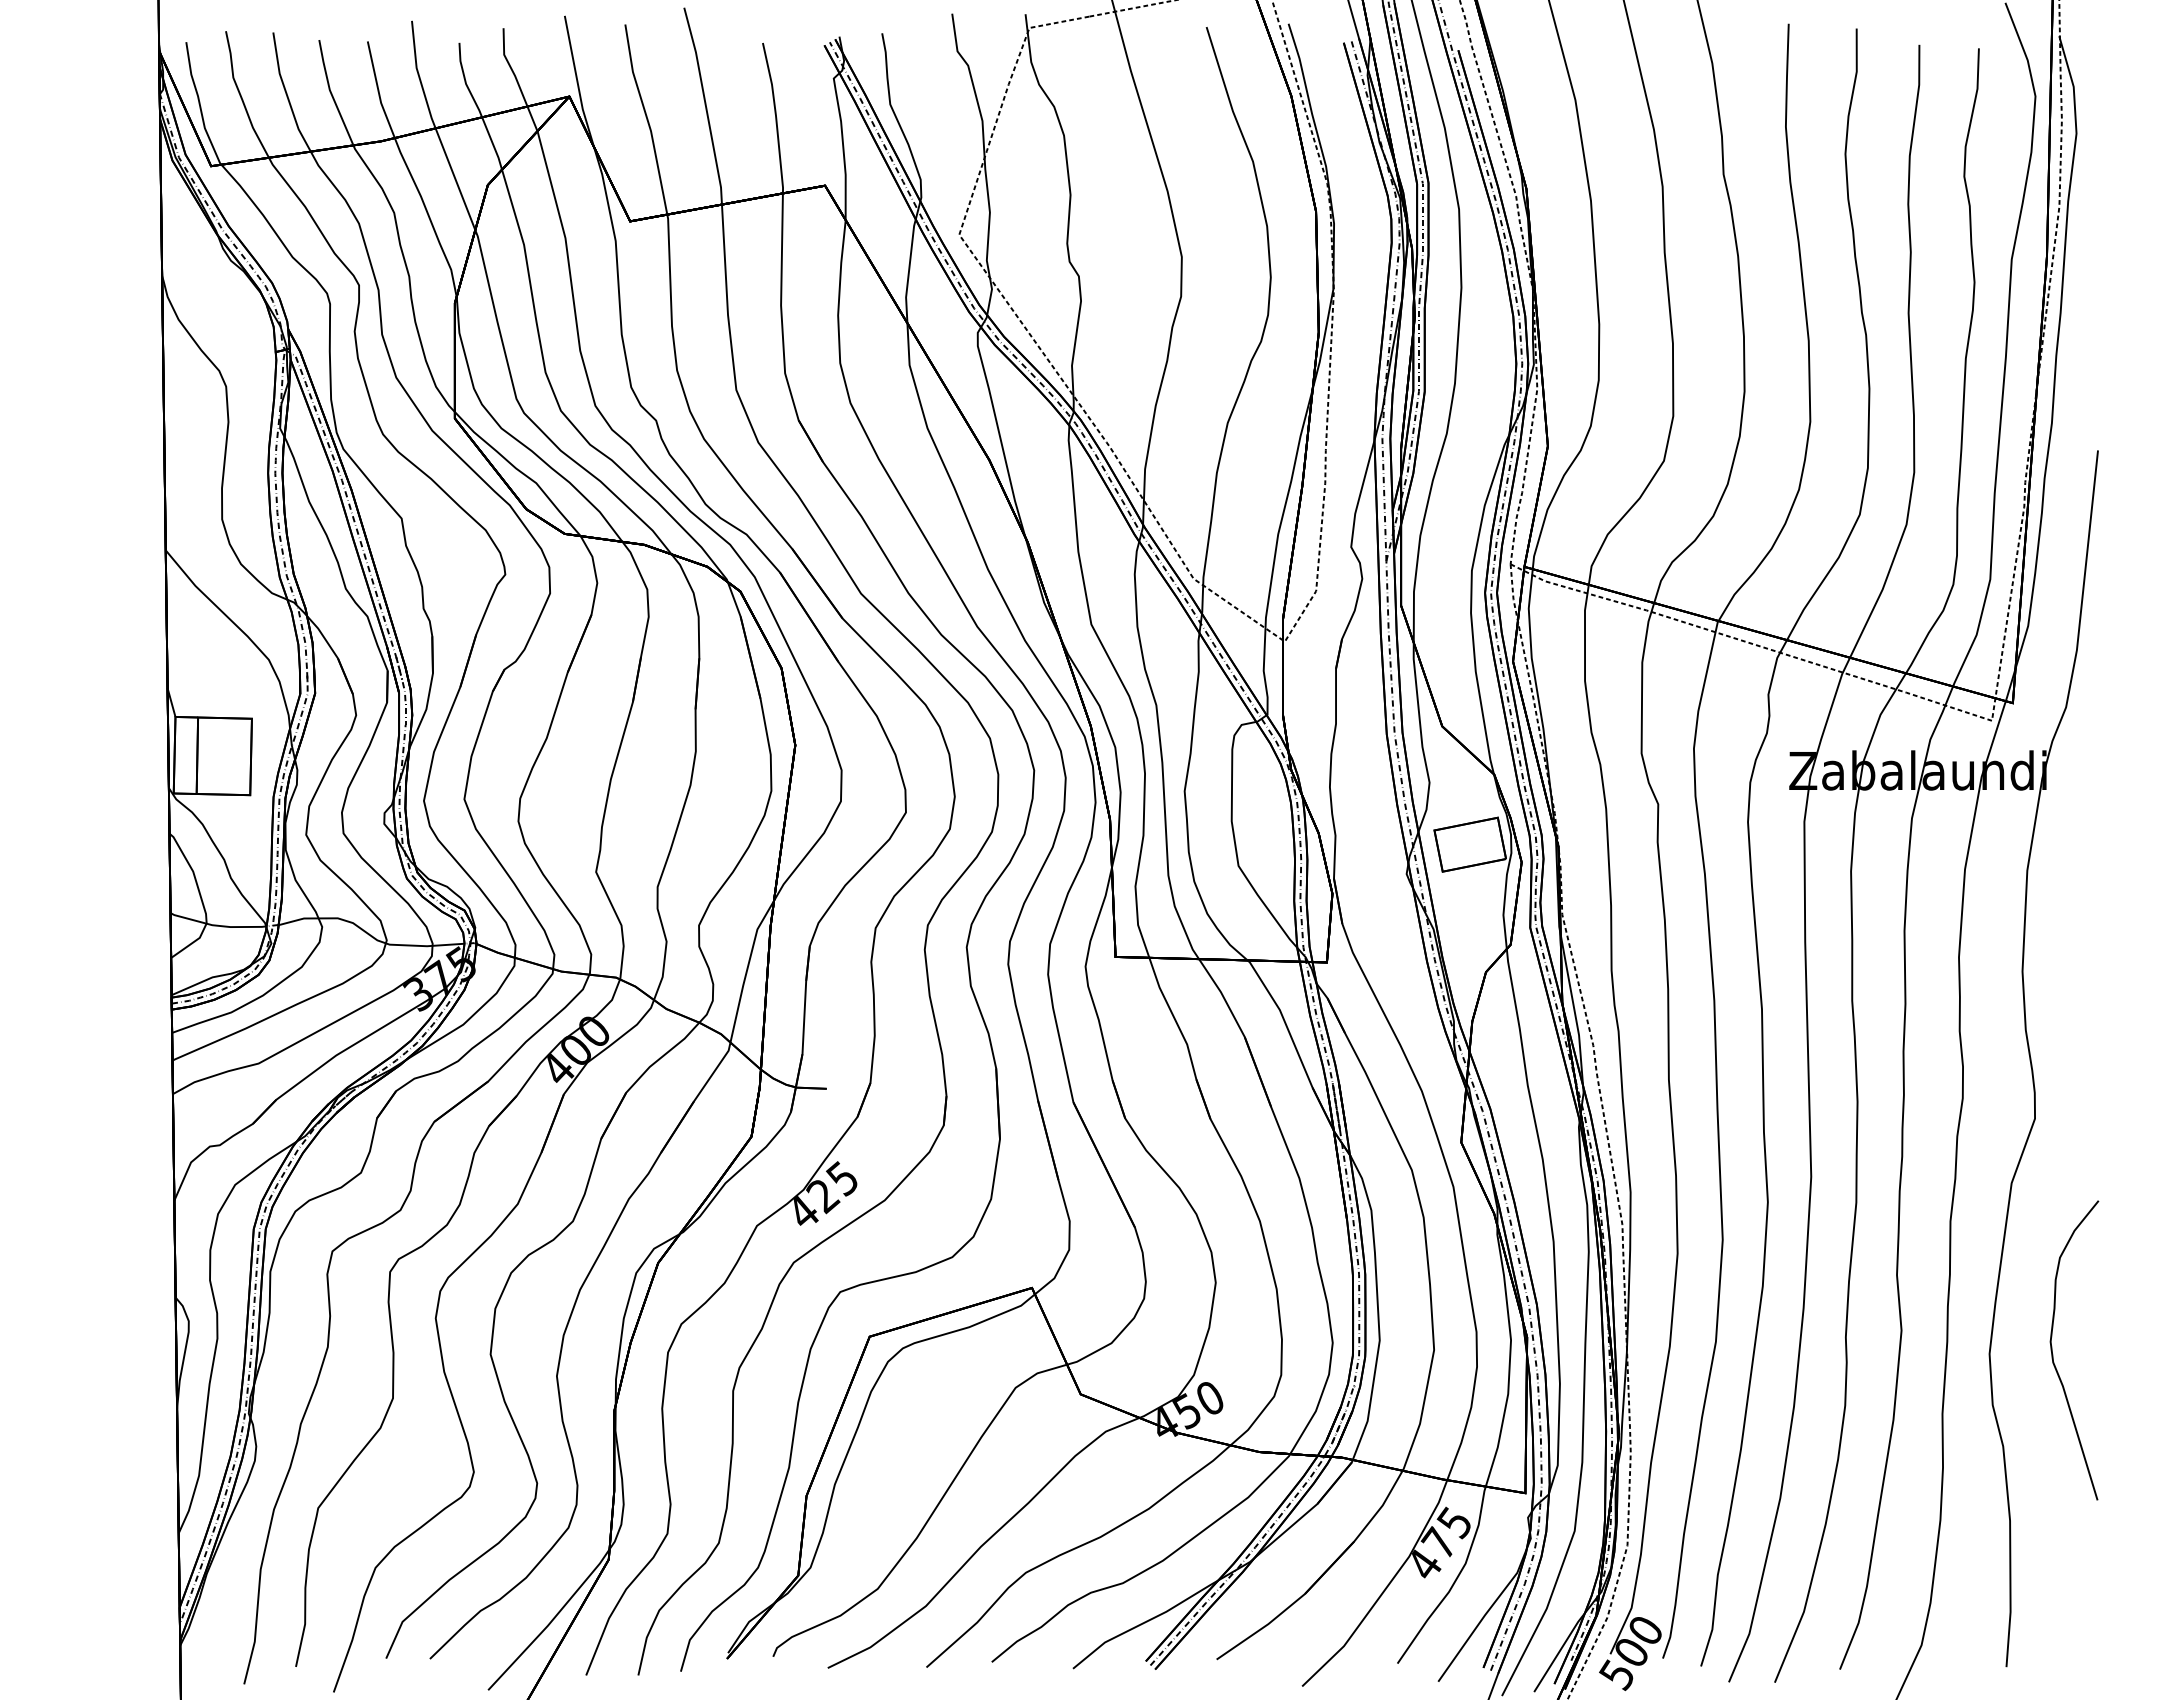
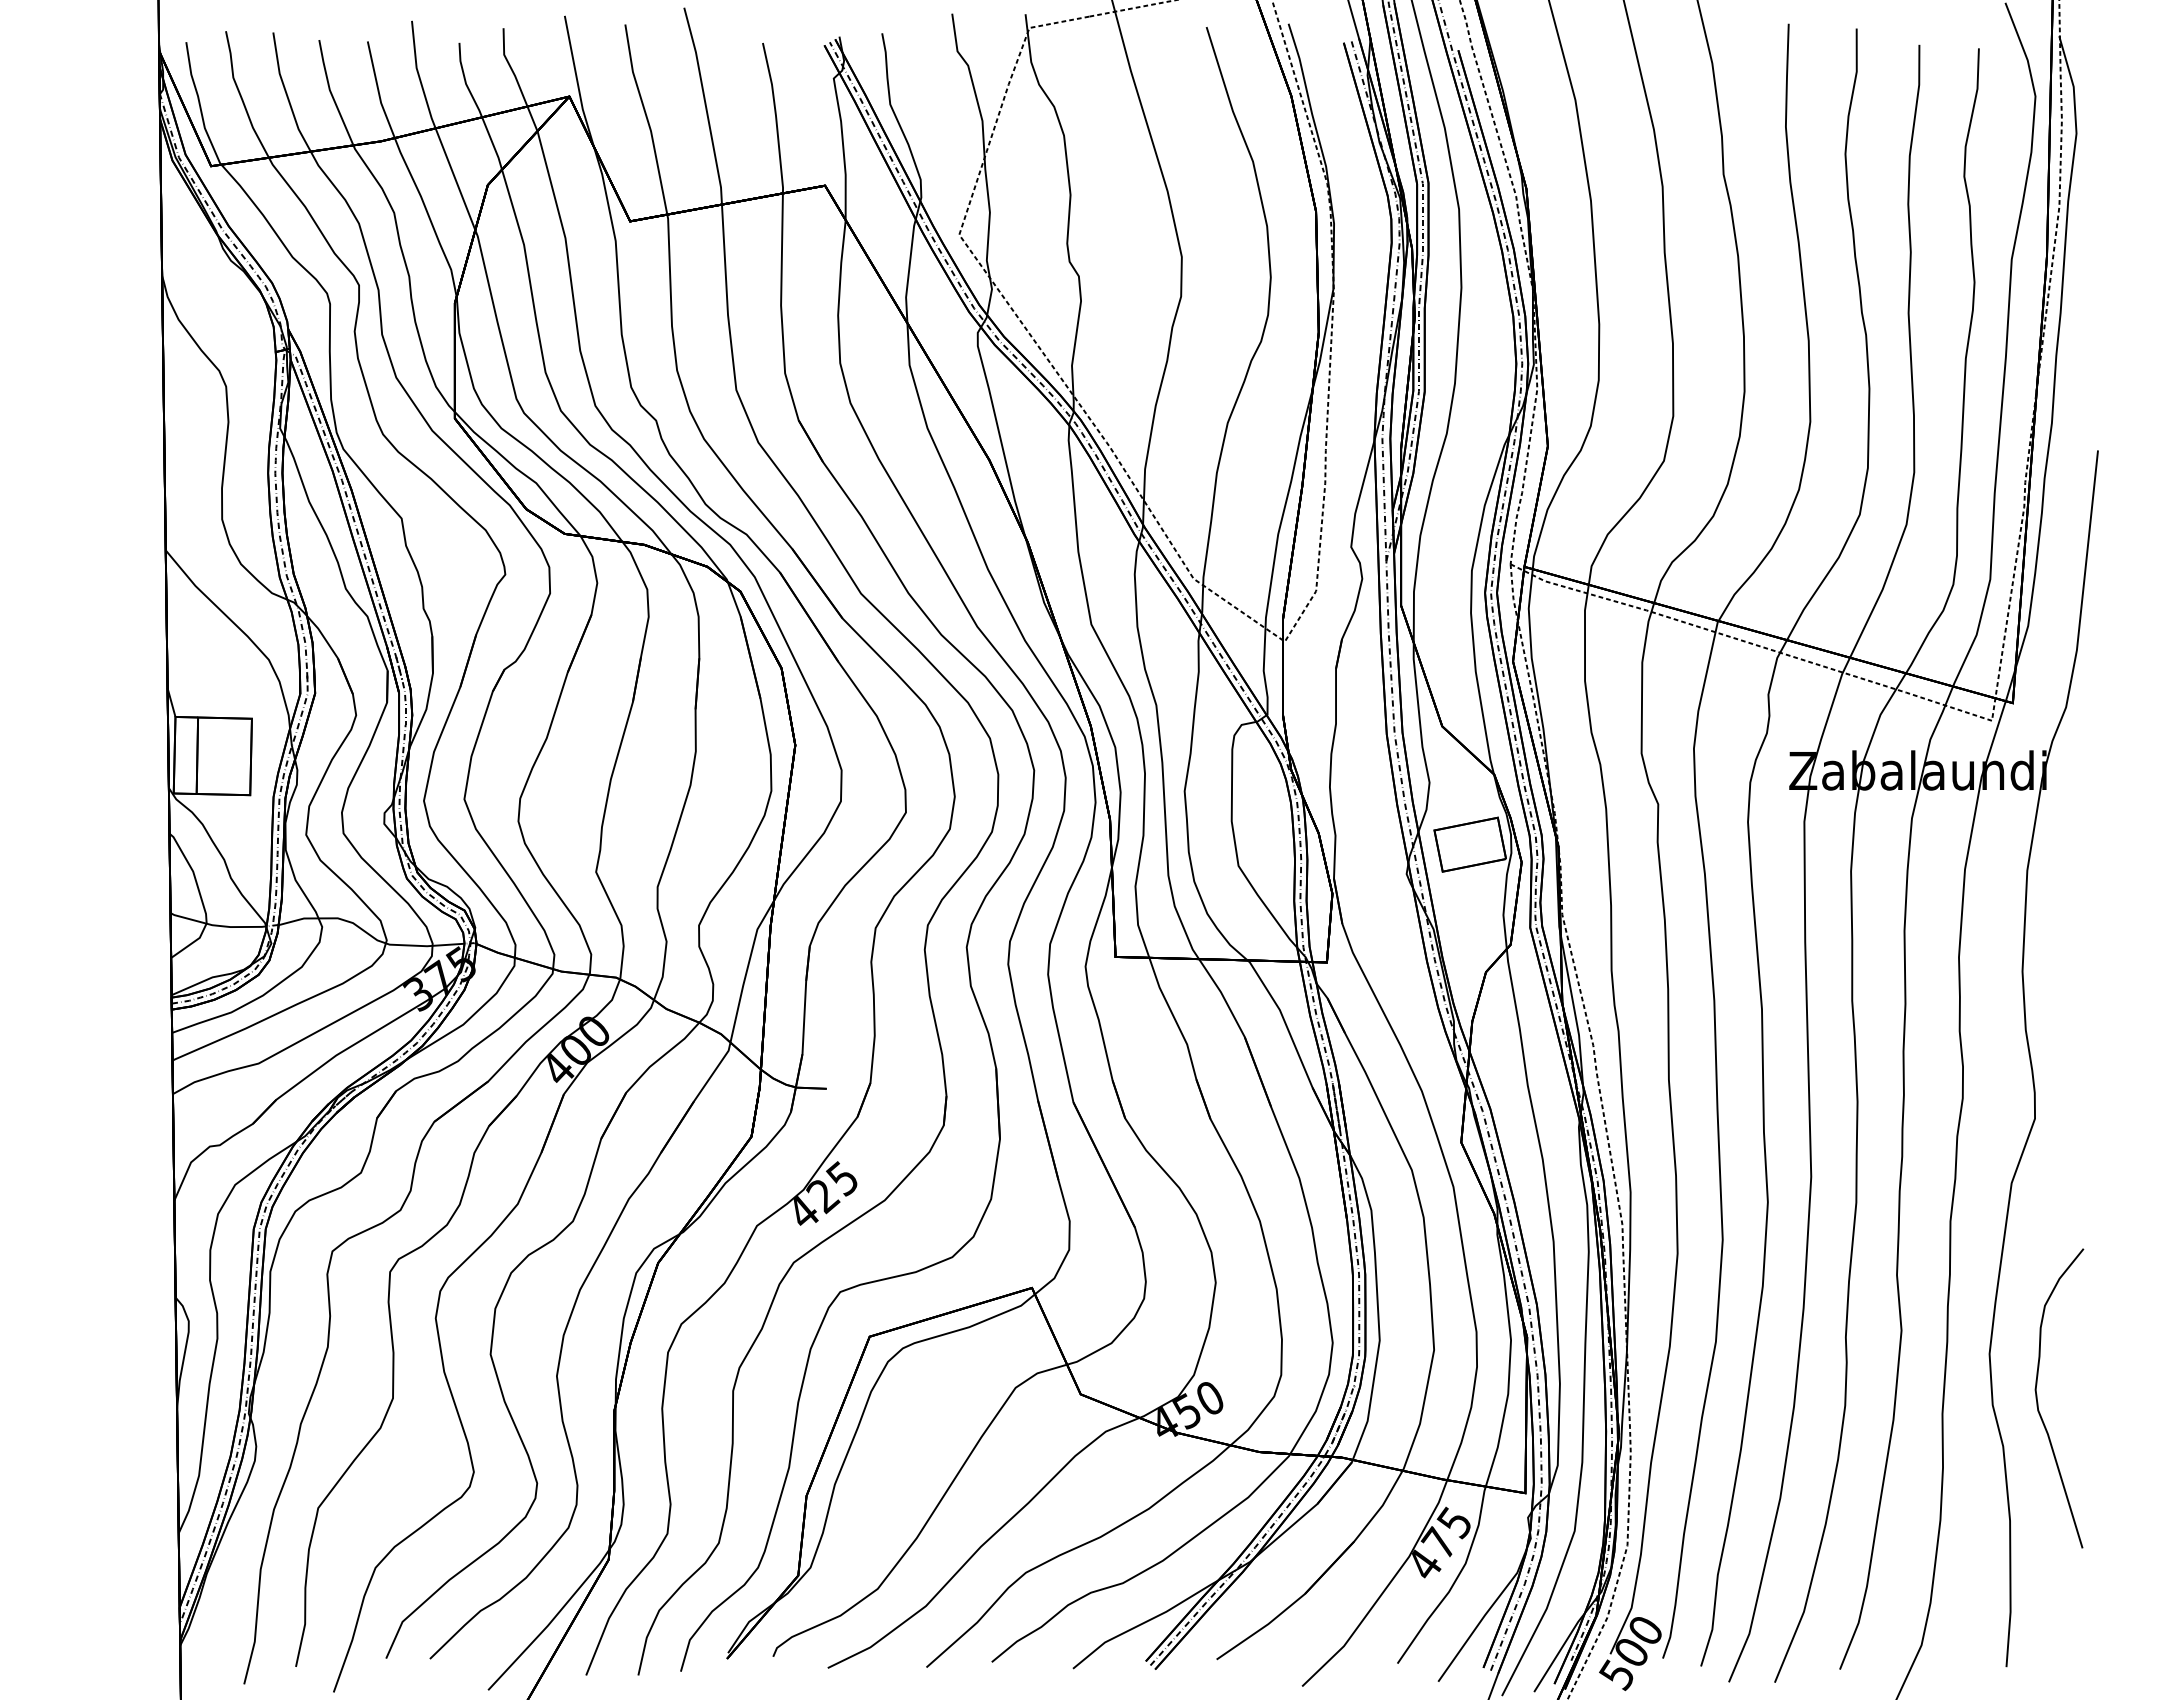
curve at (2053, 1354) position: (2053, 1354) -> (2038, 1402)
